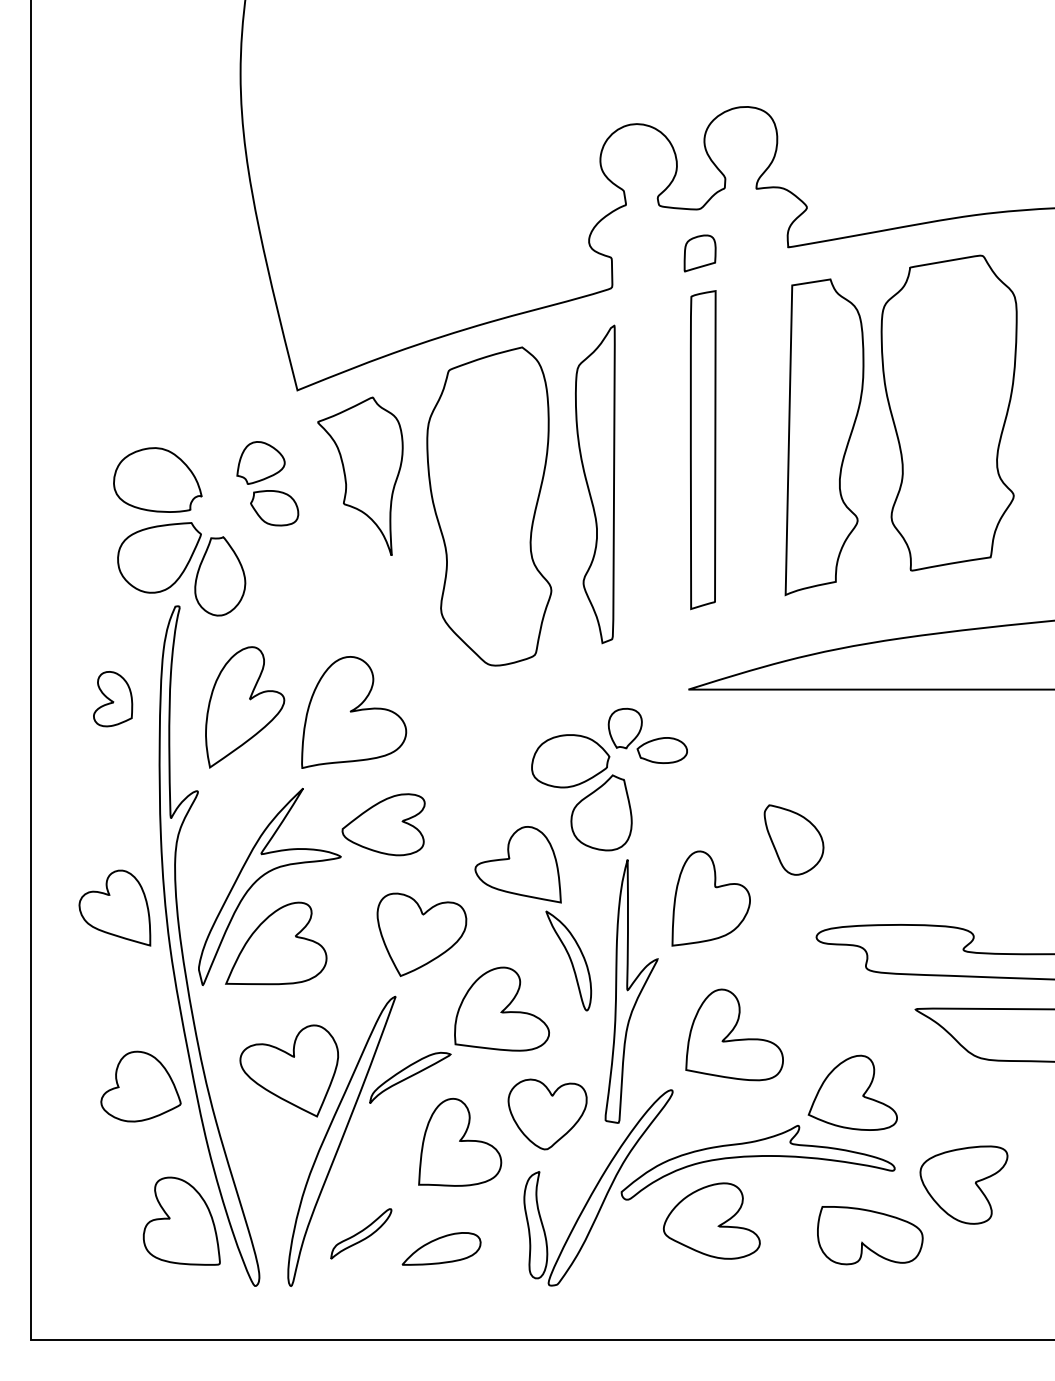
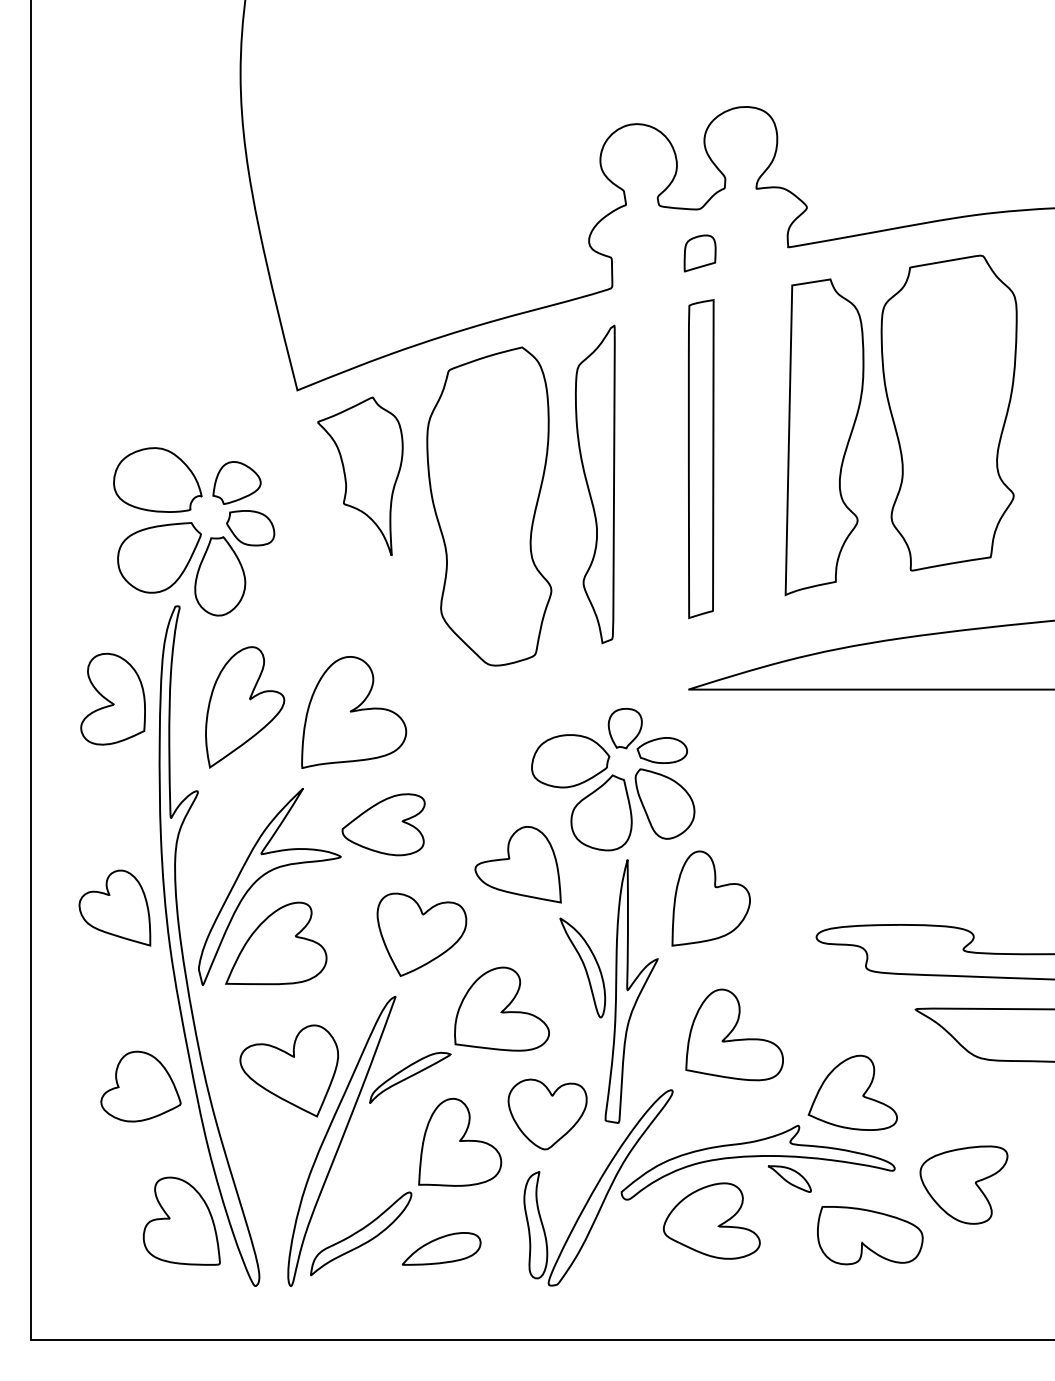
part at (703, 450) position: (703, 450) -> (701, 459)
part at (267, 483) position: (267, 483) -> (243, 503)
part at (113, 699) size: 41x57 px -> 66x94 px
part at (793, 839) position: (793, 839) -> (664, 803)
part at (568, 960) position: (568, 960) -> (582, 967)
part at (789, 1178): none -> present
part at (361, 1233) size: 63x52 px -> 103x86 px
